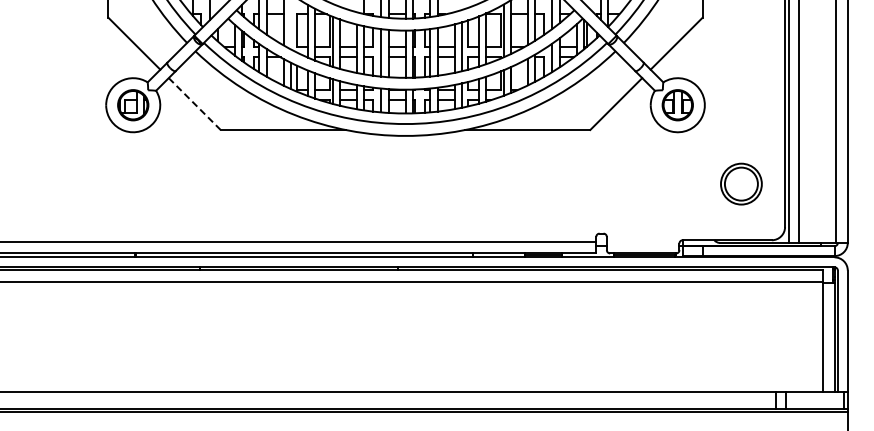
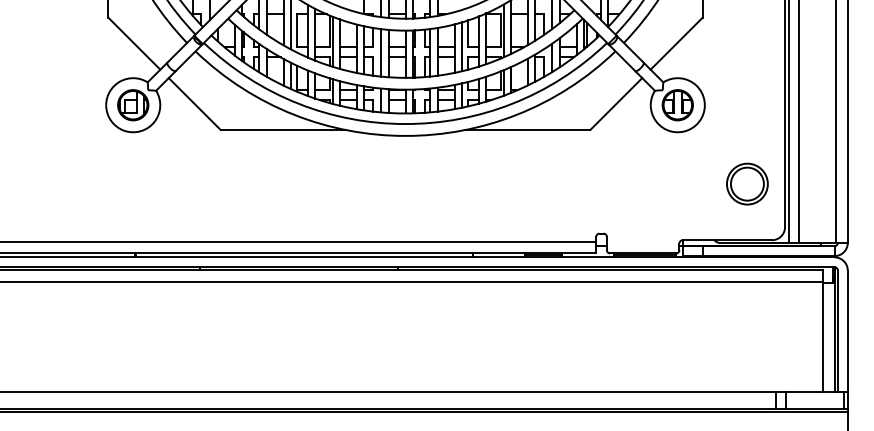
line at (290, 25): none -> present
line at (194, 104): dashed -> solid
part at (741, 183) position: (741, 183) -> (747, 183)
